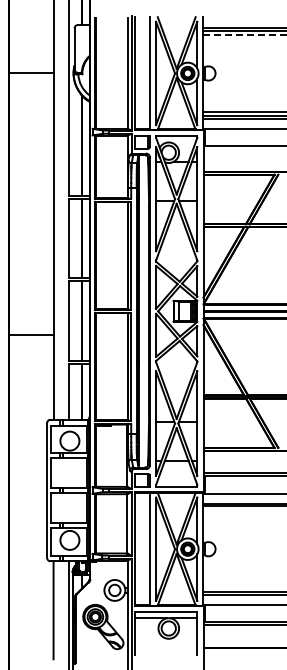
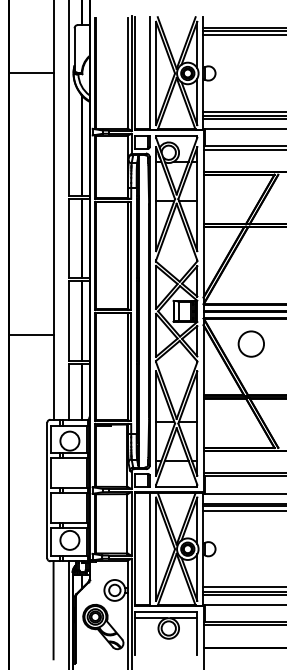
line at (245, 35): dashed -> solid
line at (243, 149): none -> present
circle at (250, 343): none -> present
line at (243, 511): none -> present
line at (243, 587): none -> present
